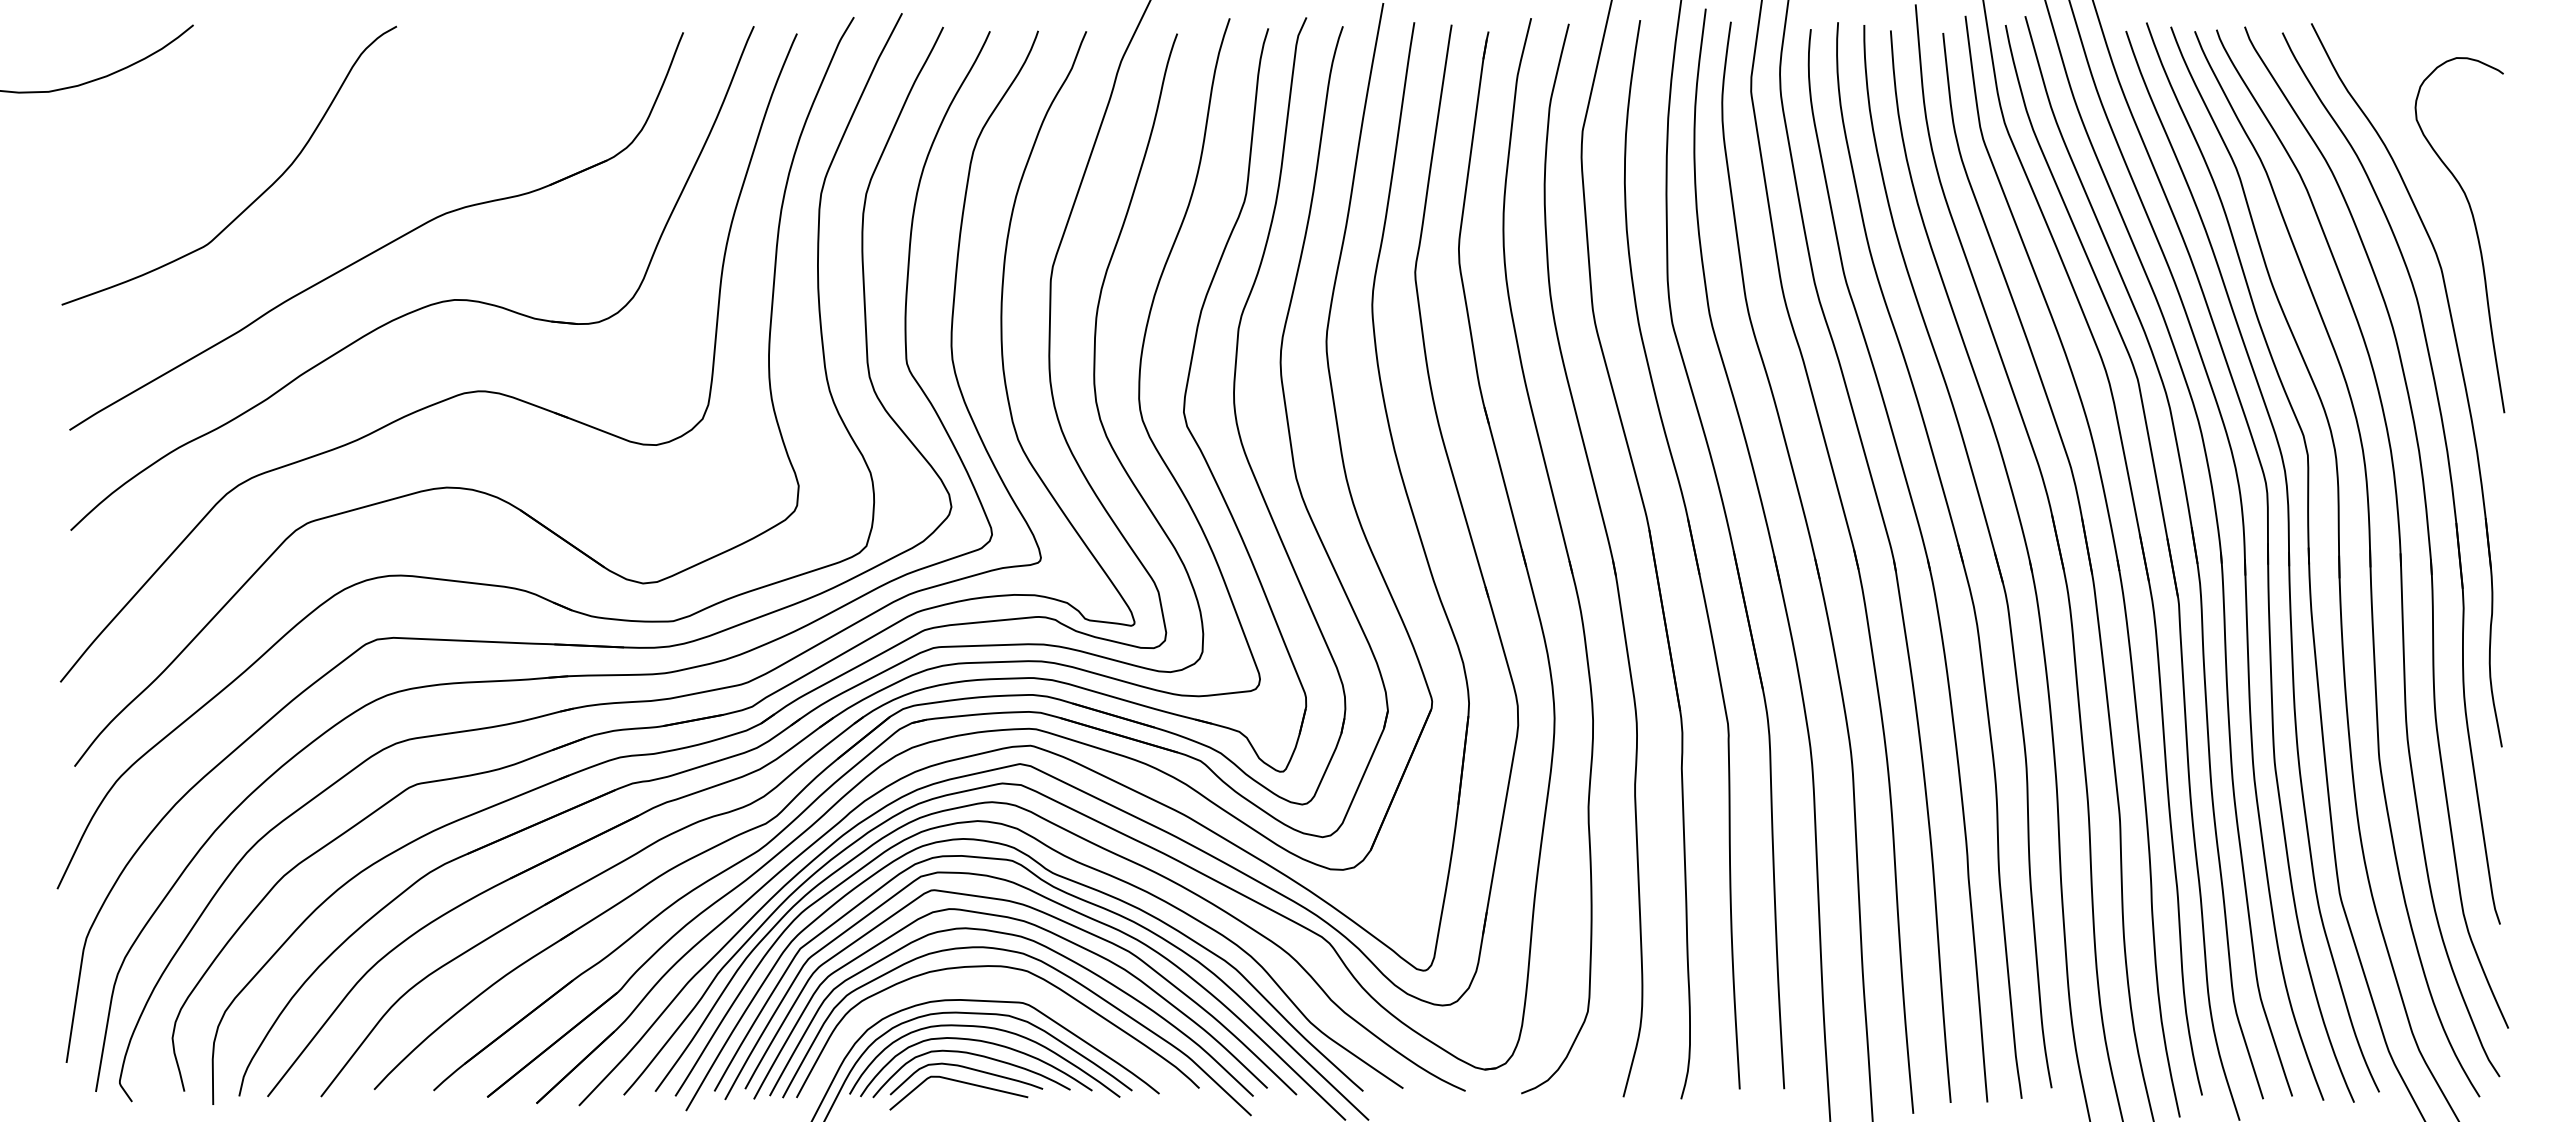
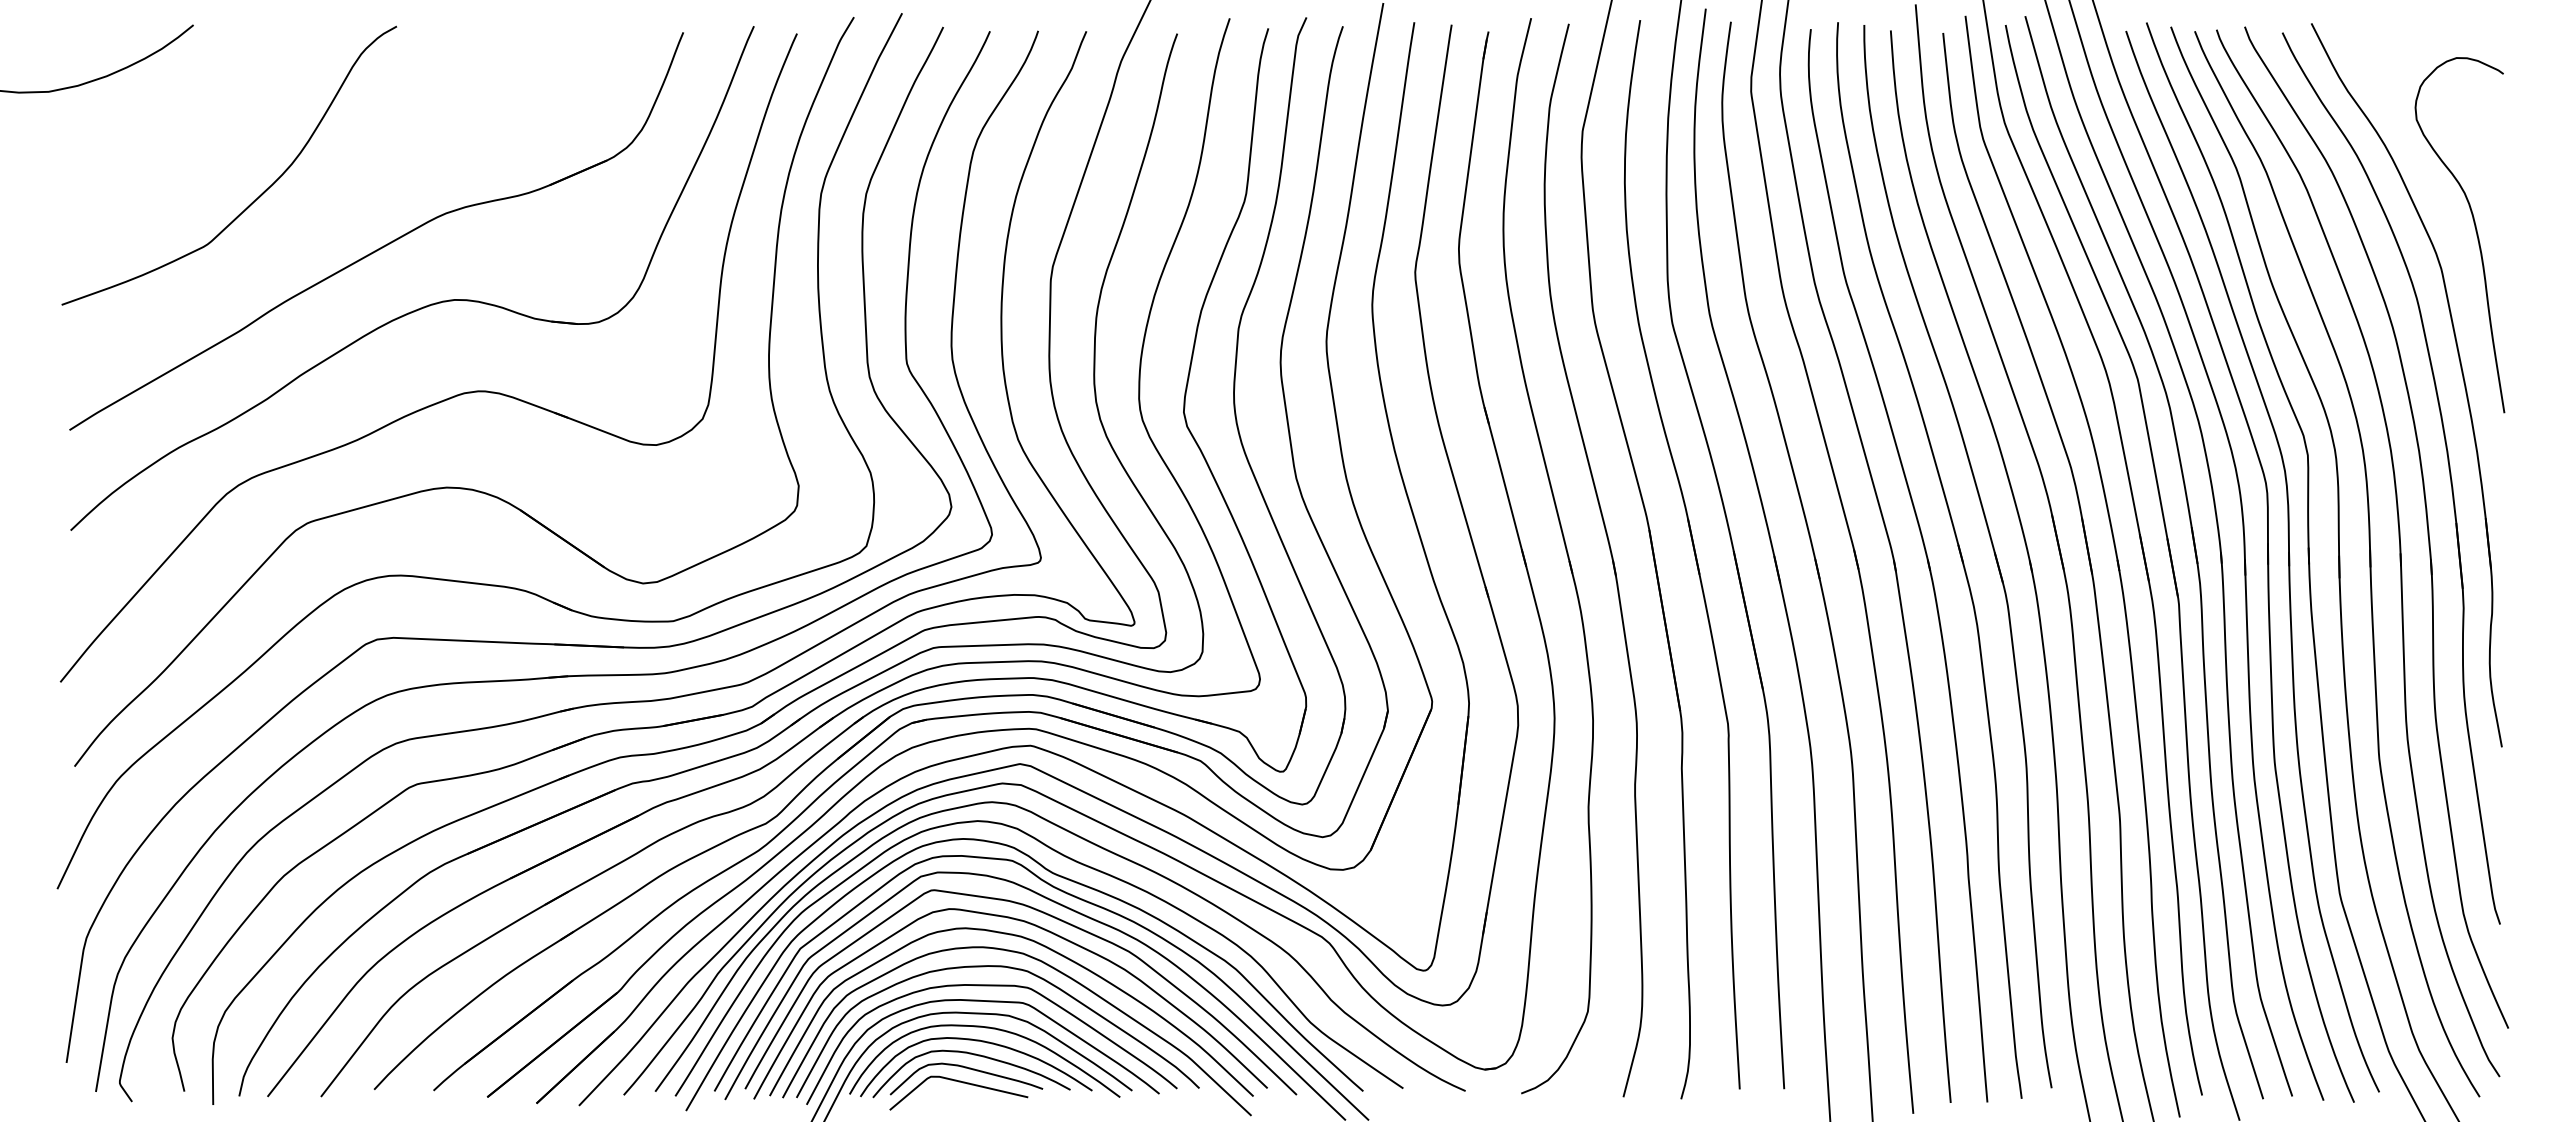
curve at (991, 986): none -> present
